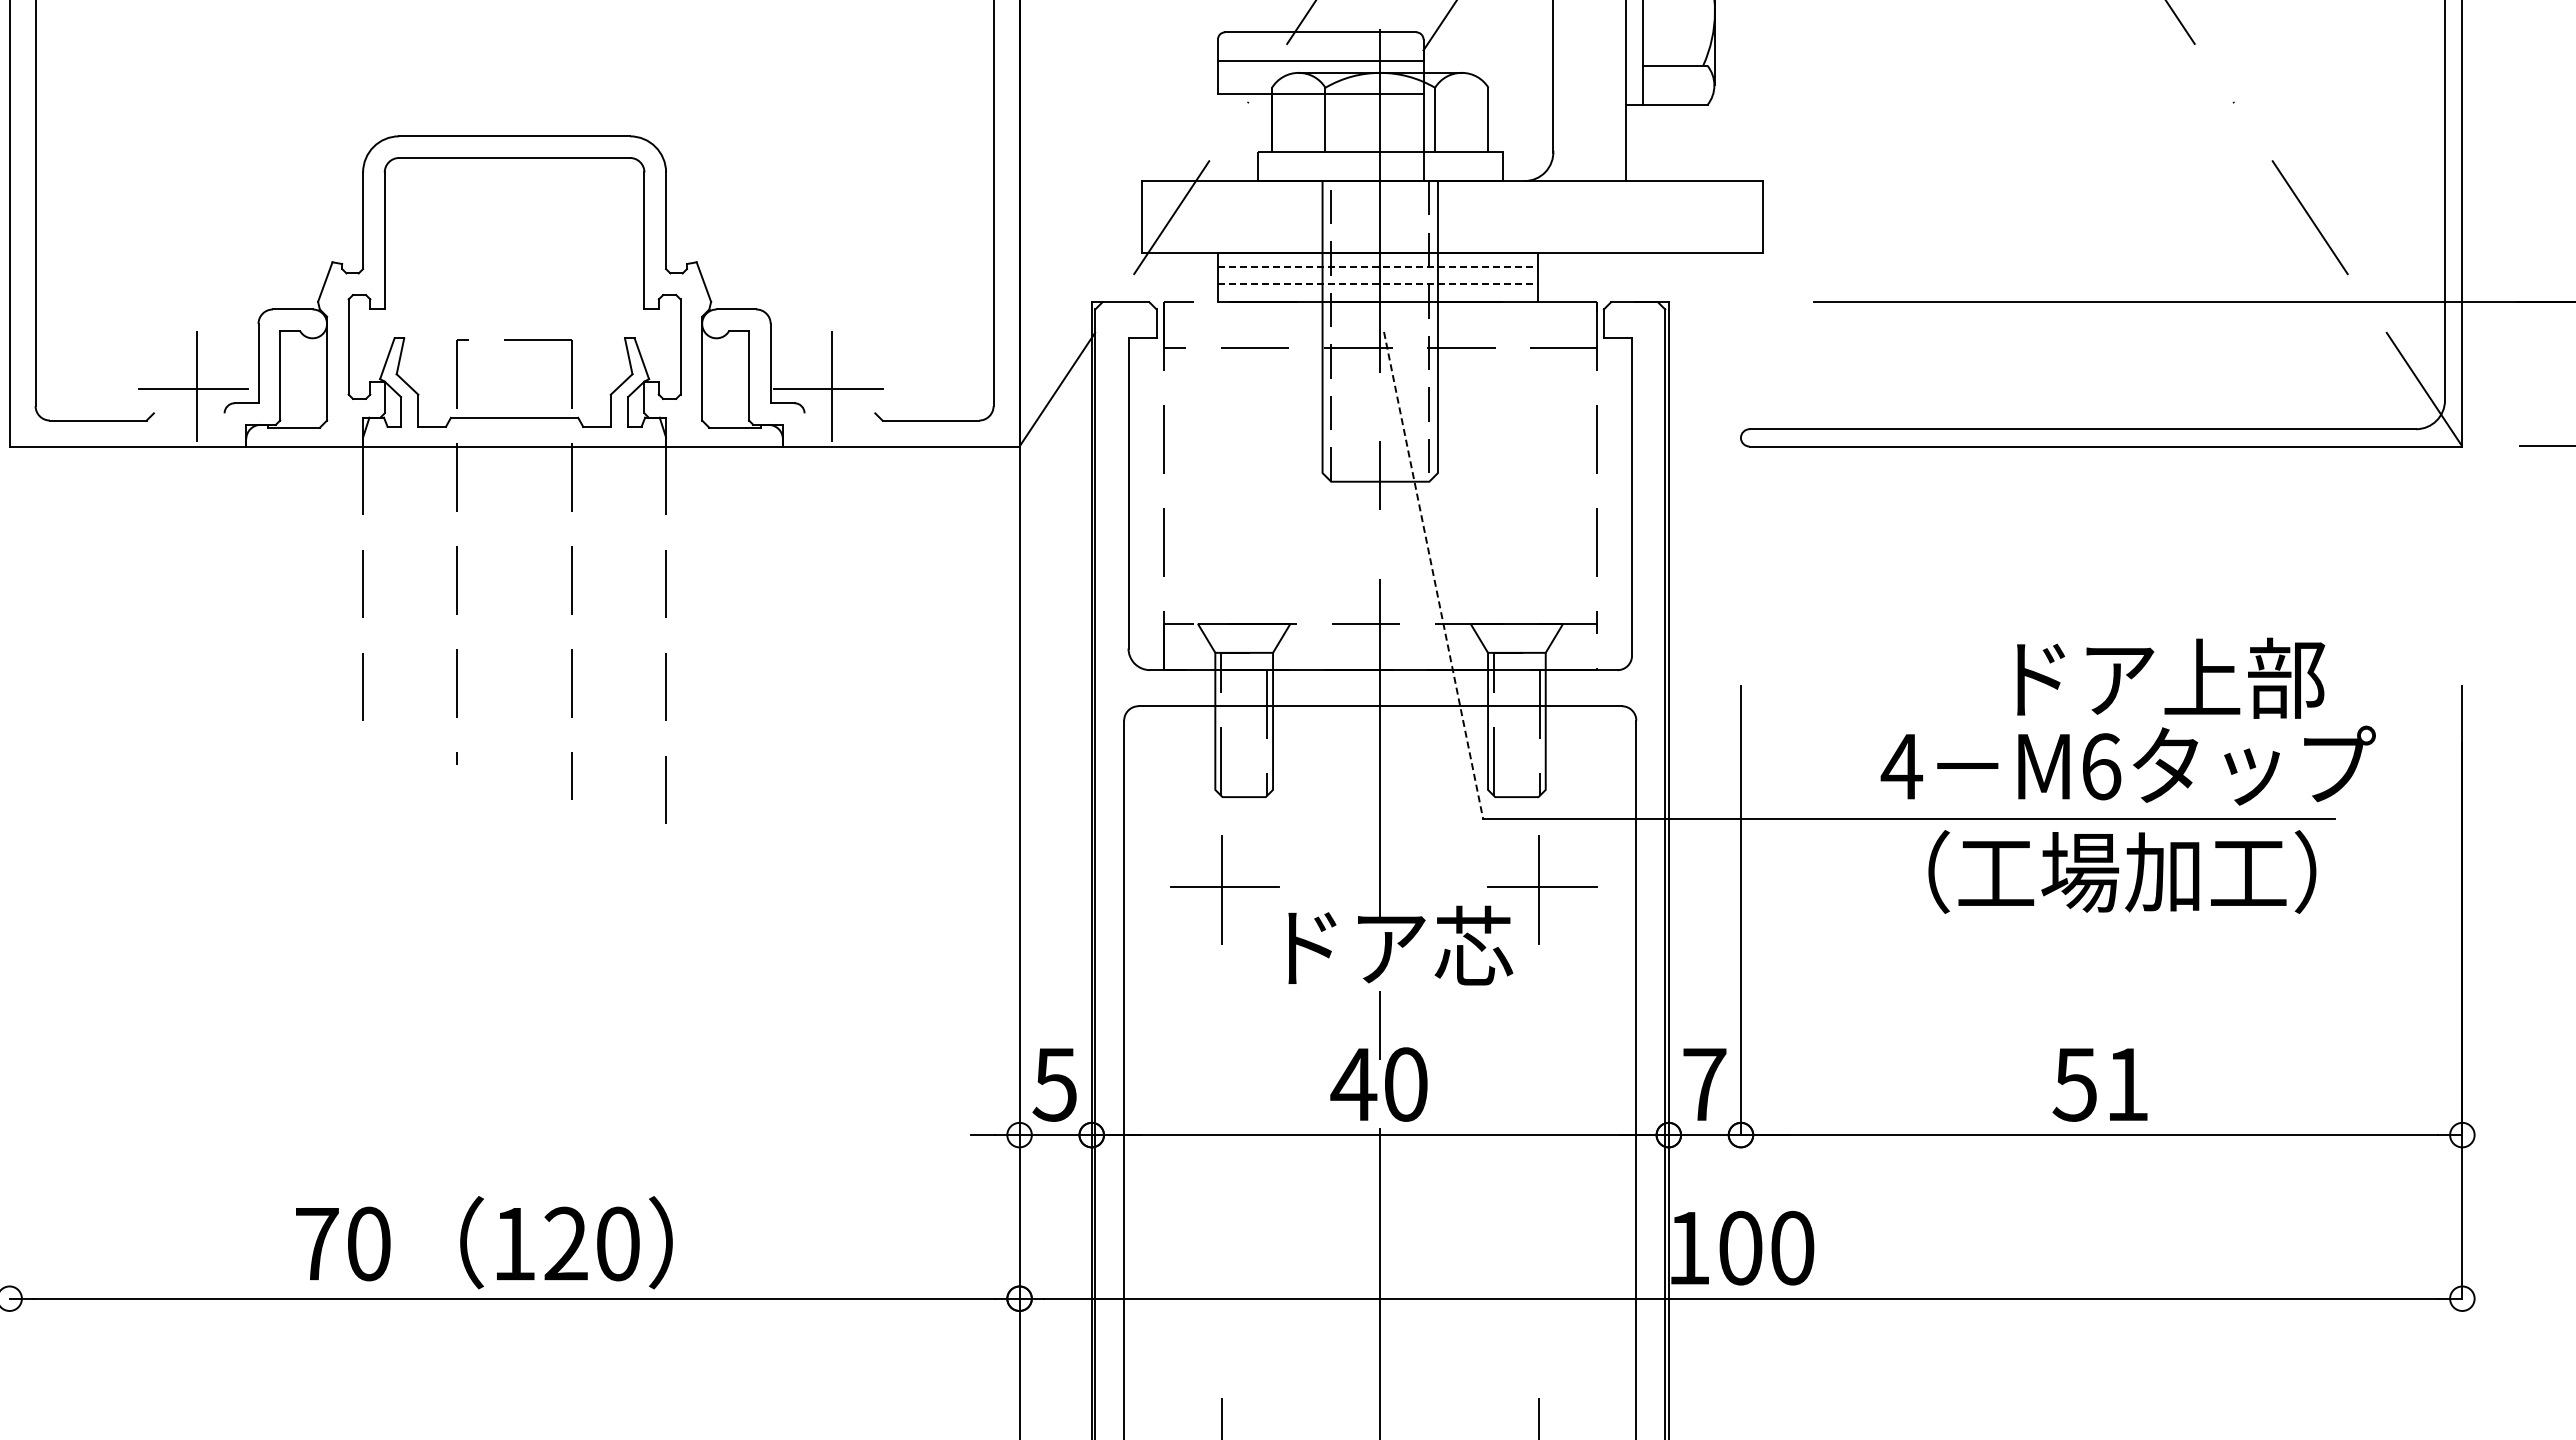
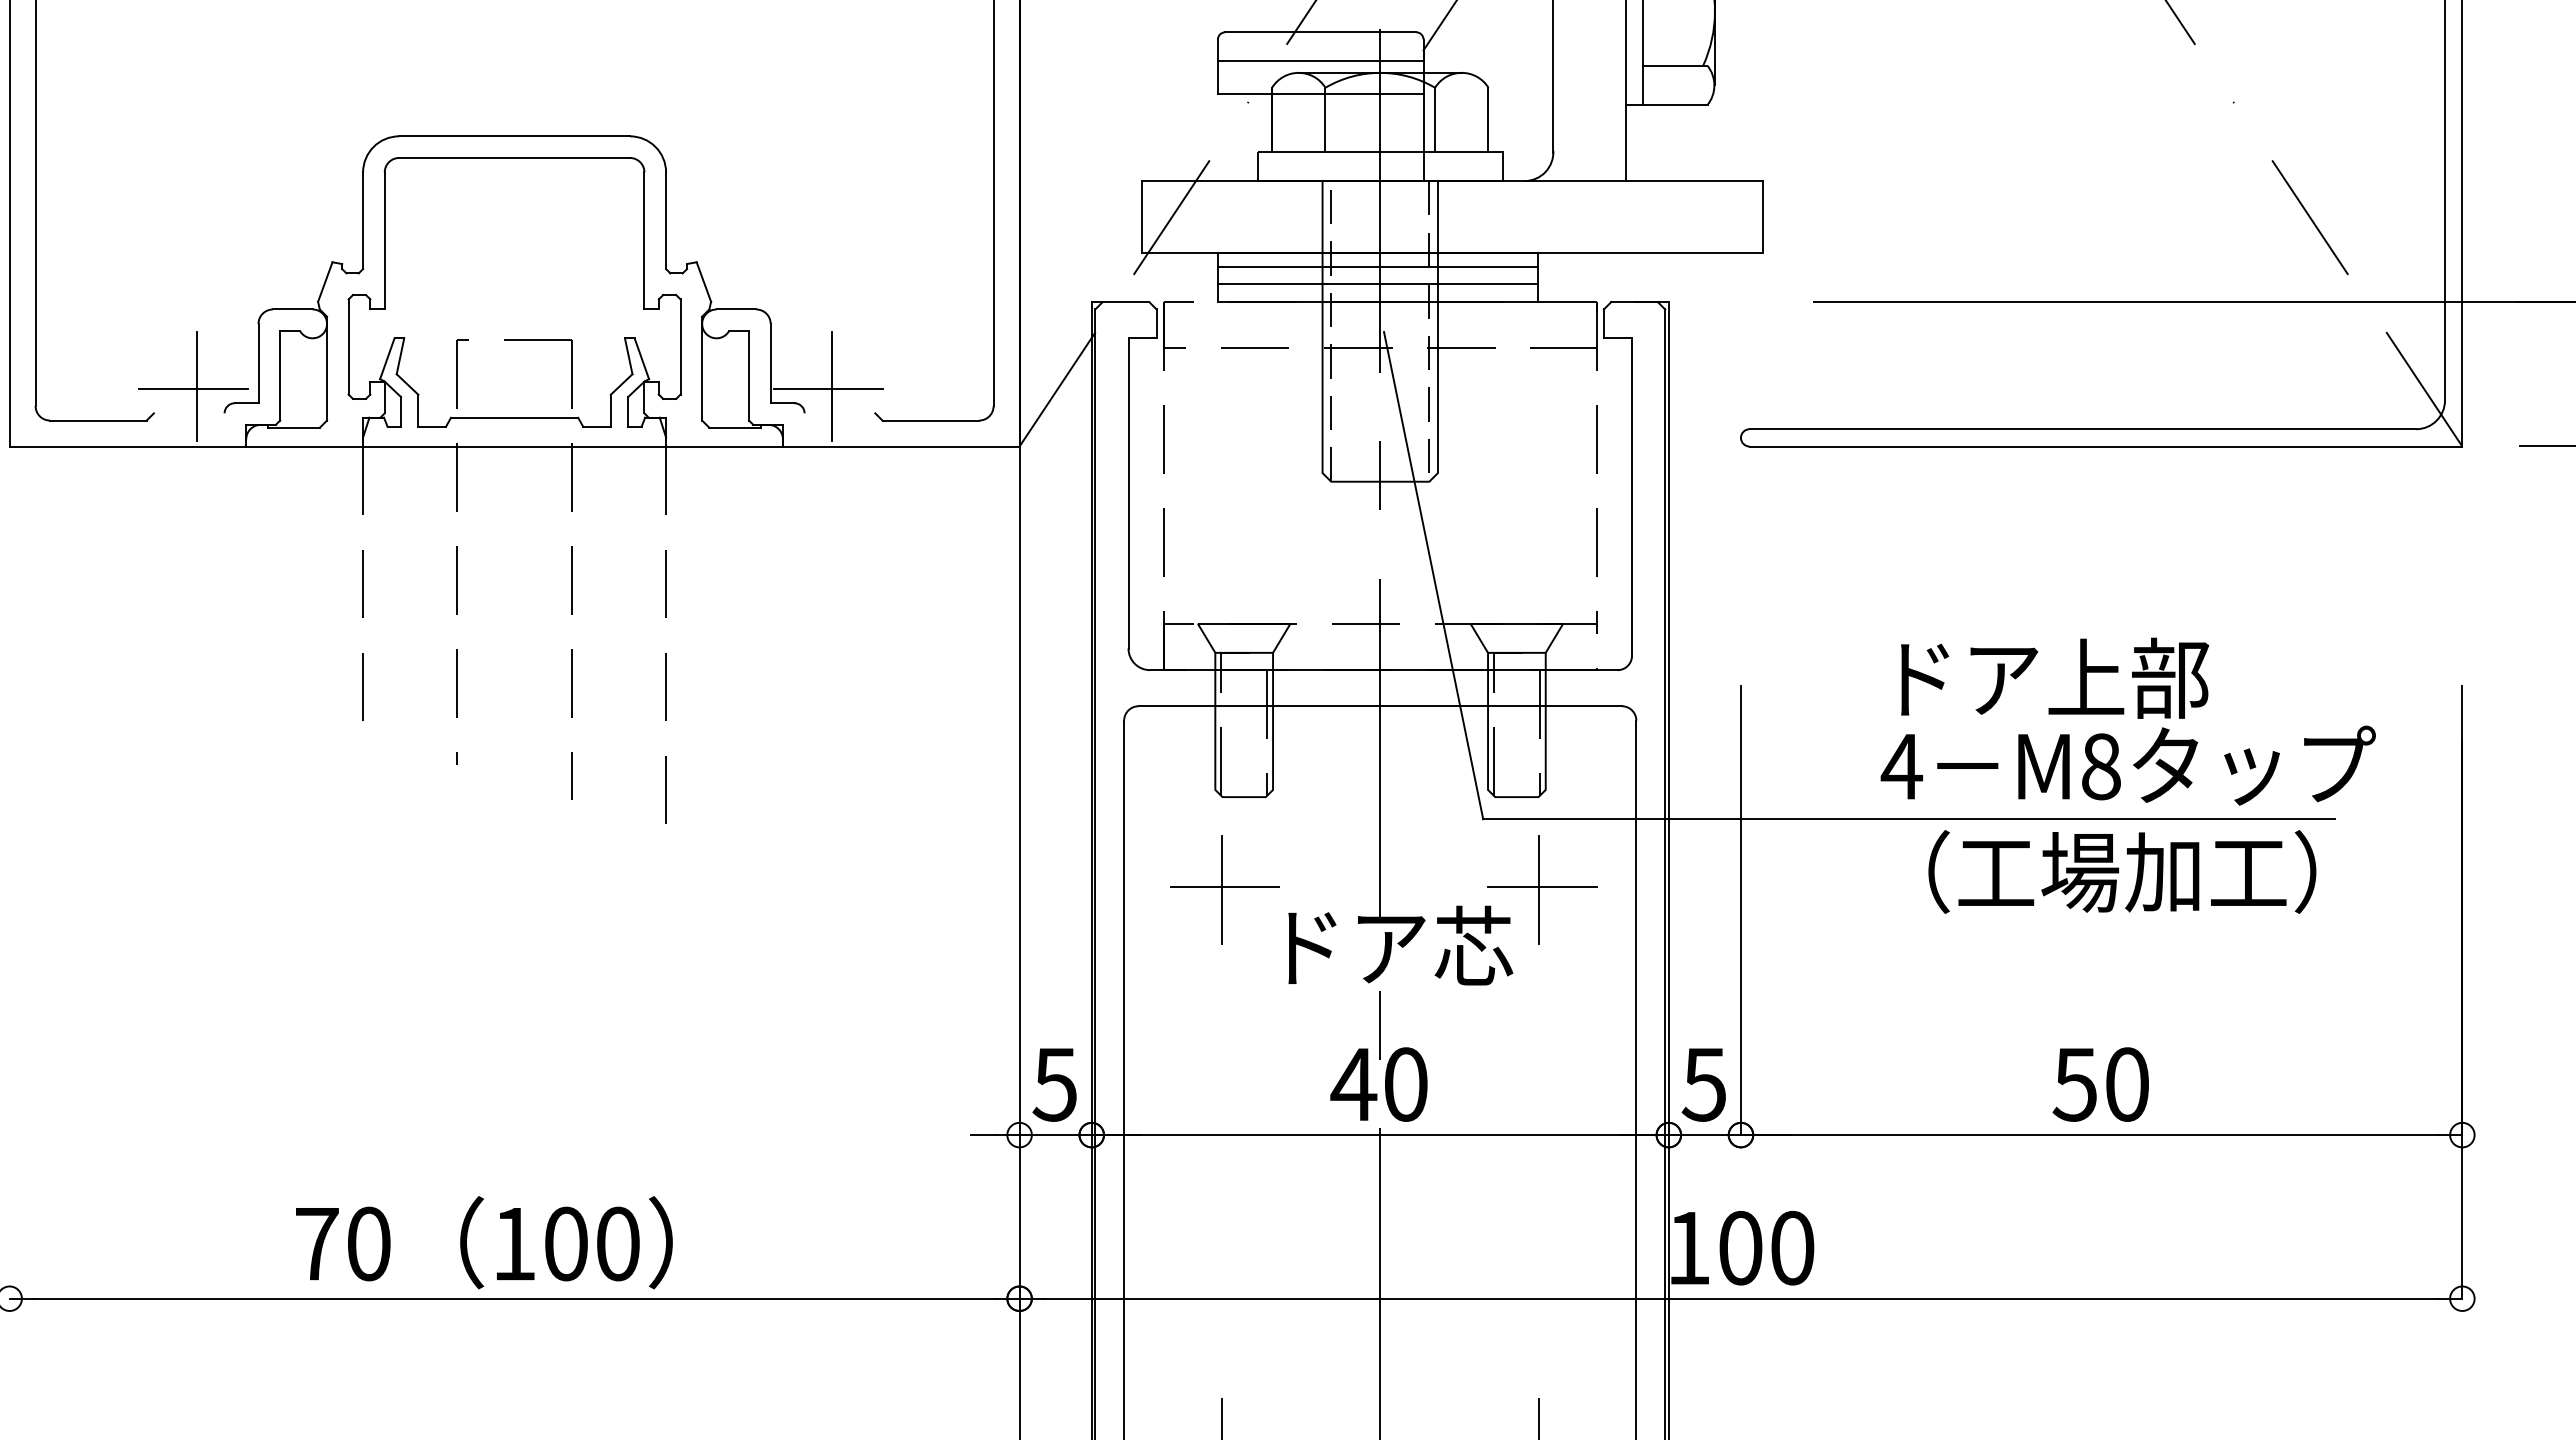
line at (1377, 267): dashed -> solid
line at (1377, 283): dashed -> solid
line at (1433, 575): dashed -> solid
text at (2171, 677) position: (2171, 677) -> (2055, 677)
text at (2101, 766): M6 -> M8
text at (1703, 1084): 7 -> 5
text at (2127, 1084): 51 -> 50
text at (565, 1243): 120 -> 100
